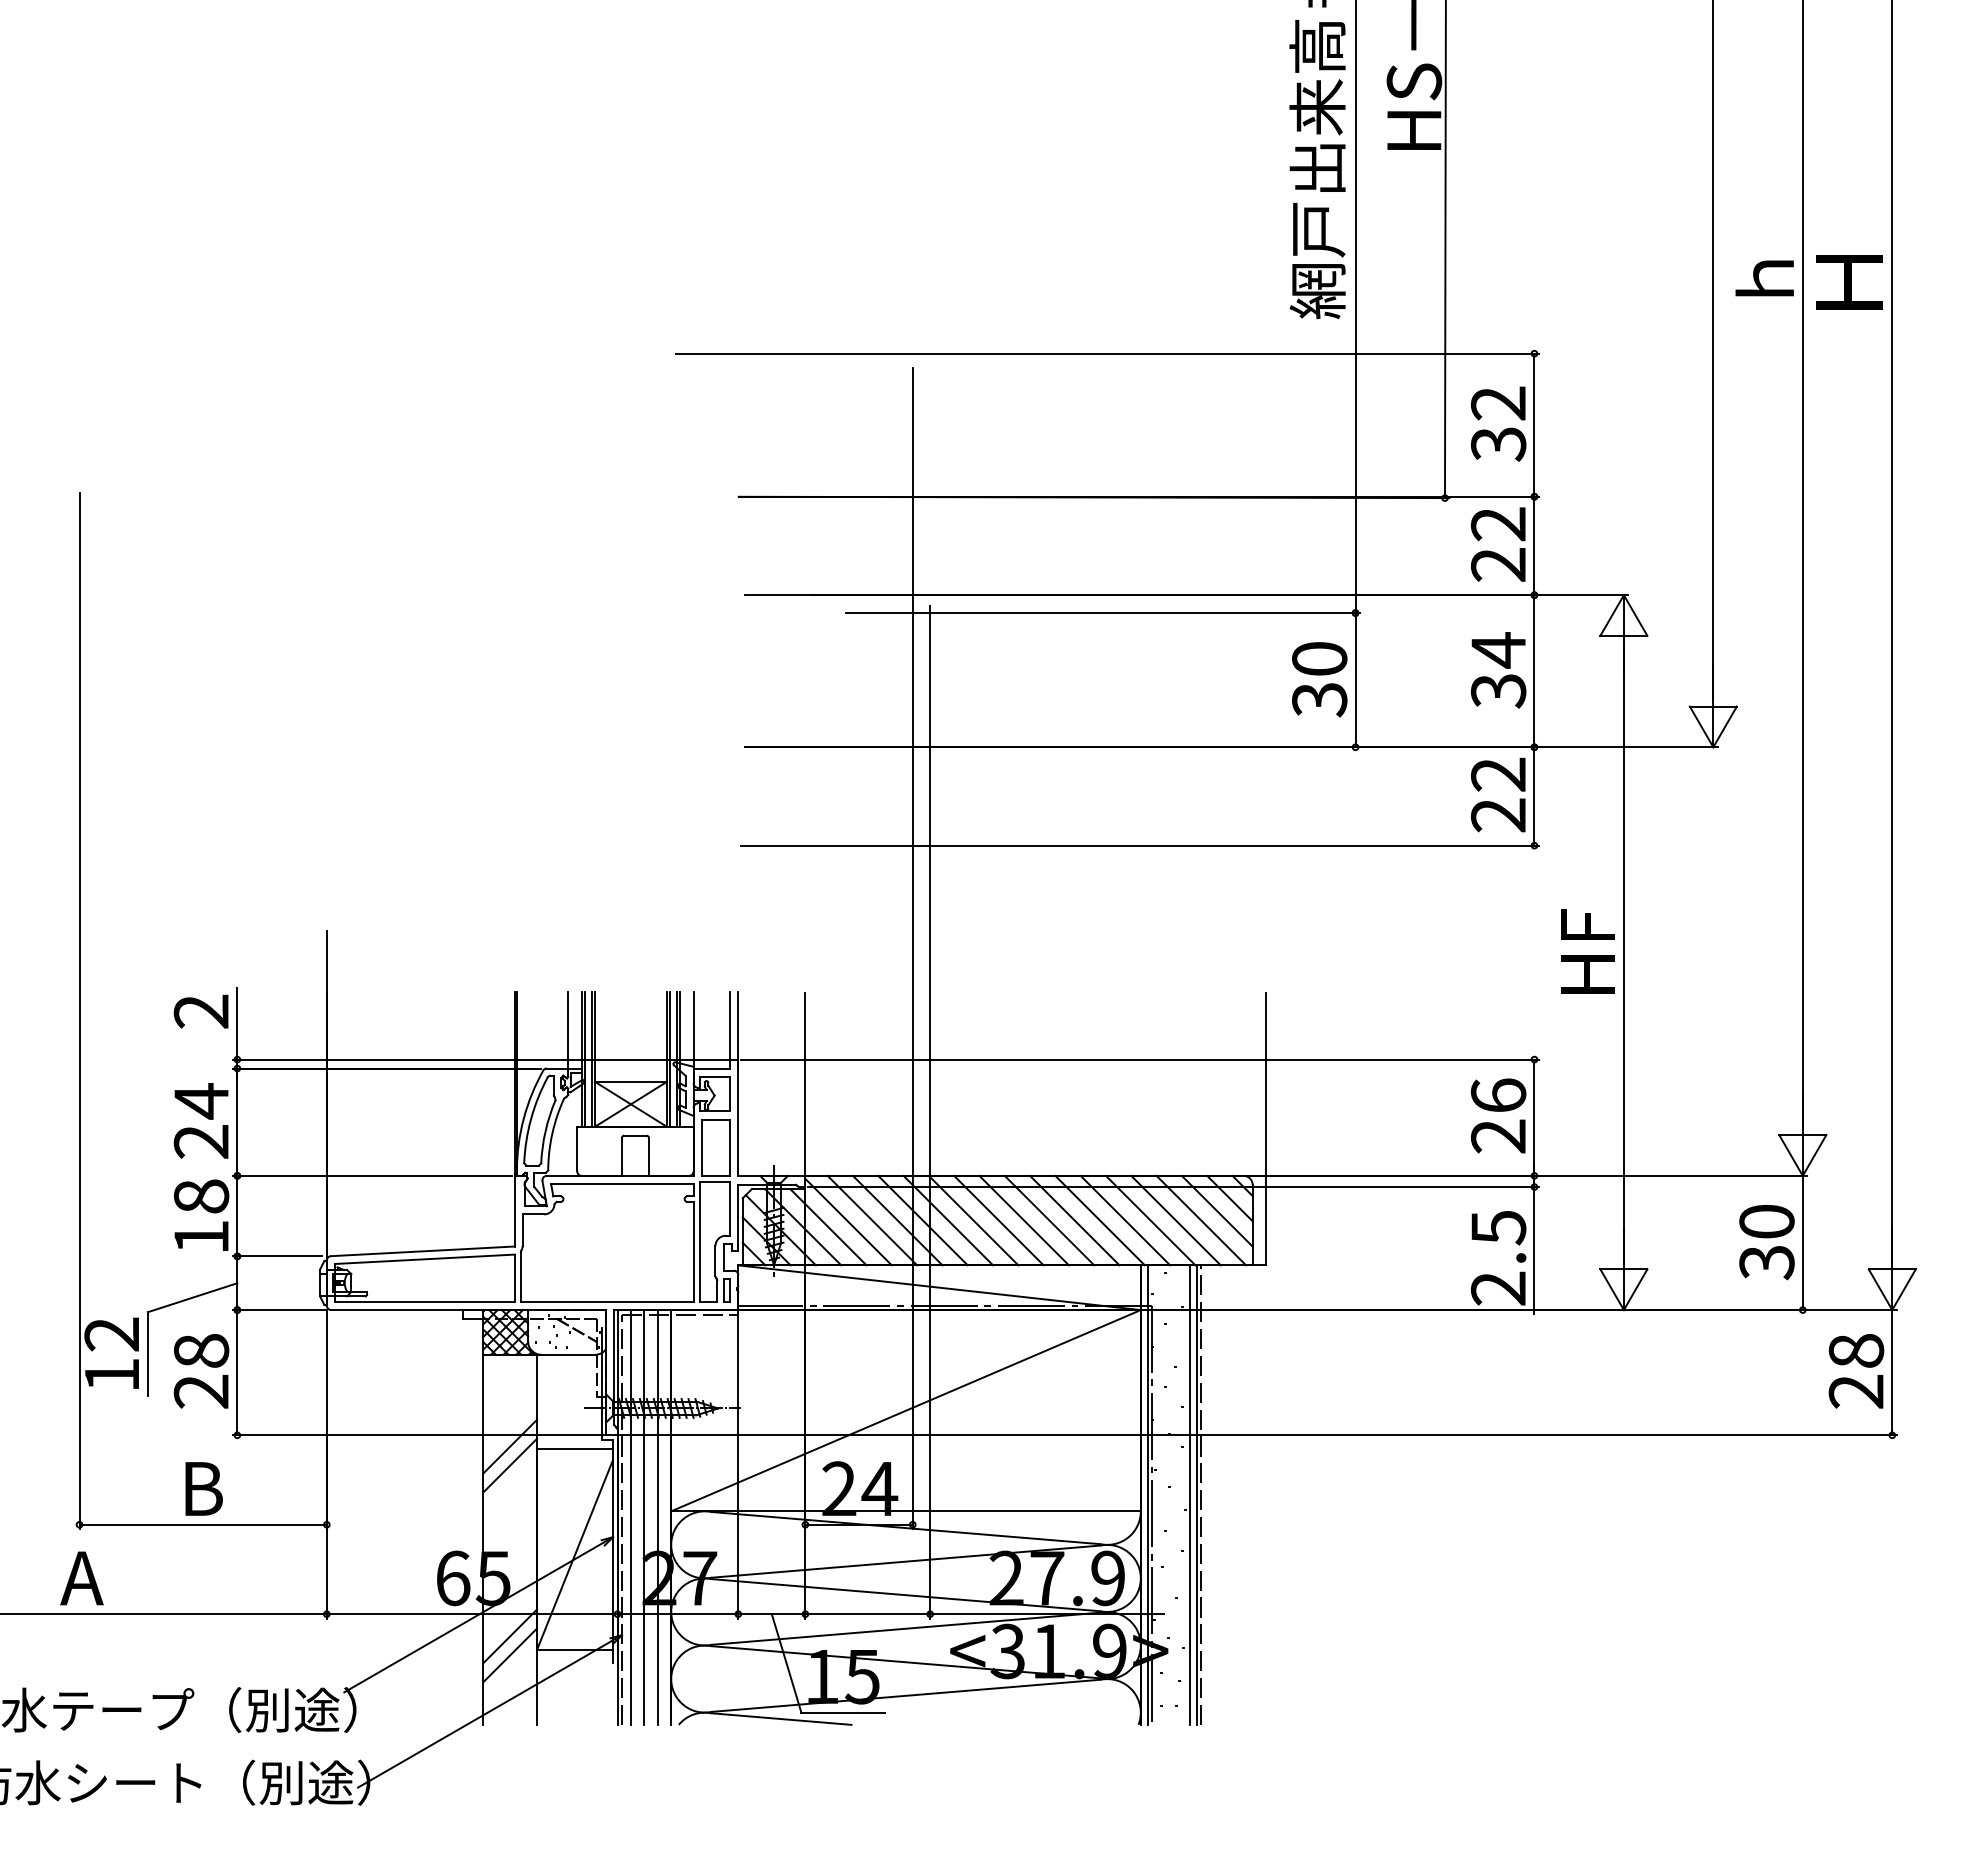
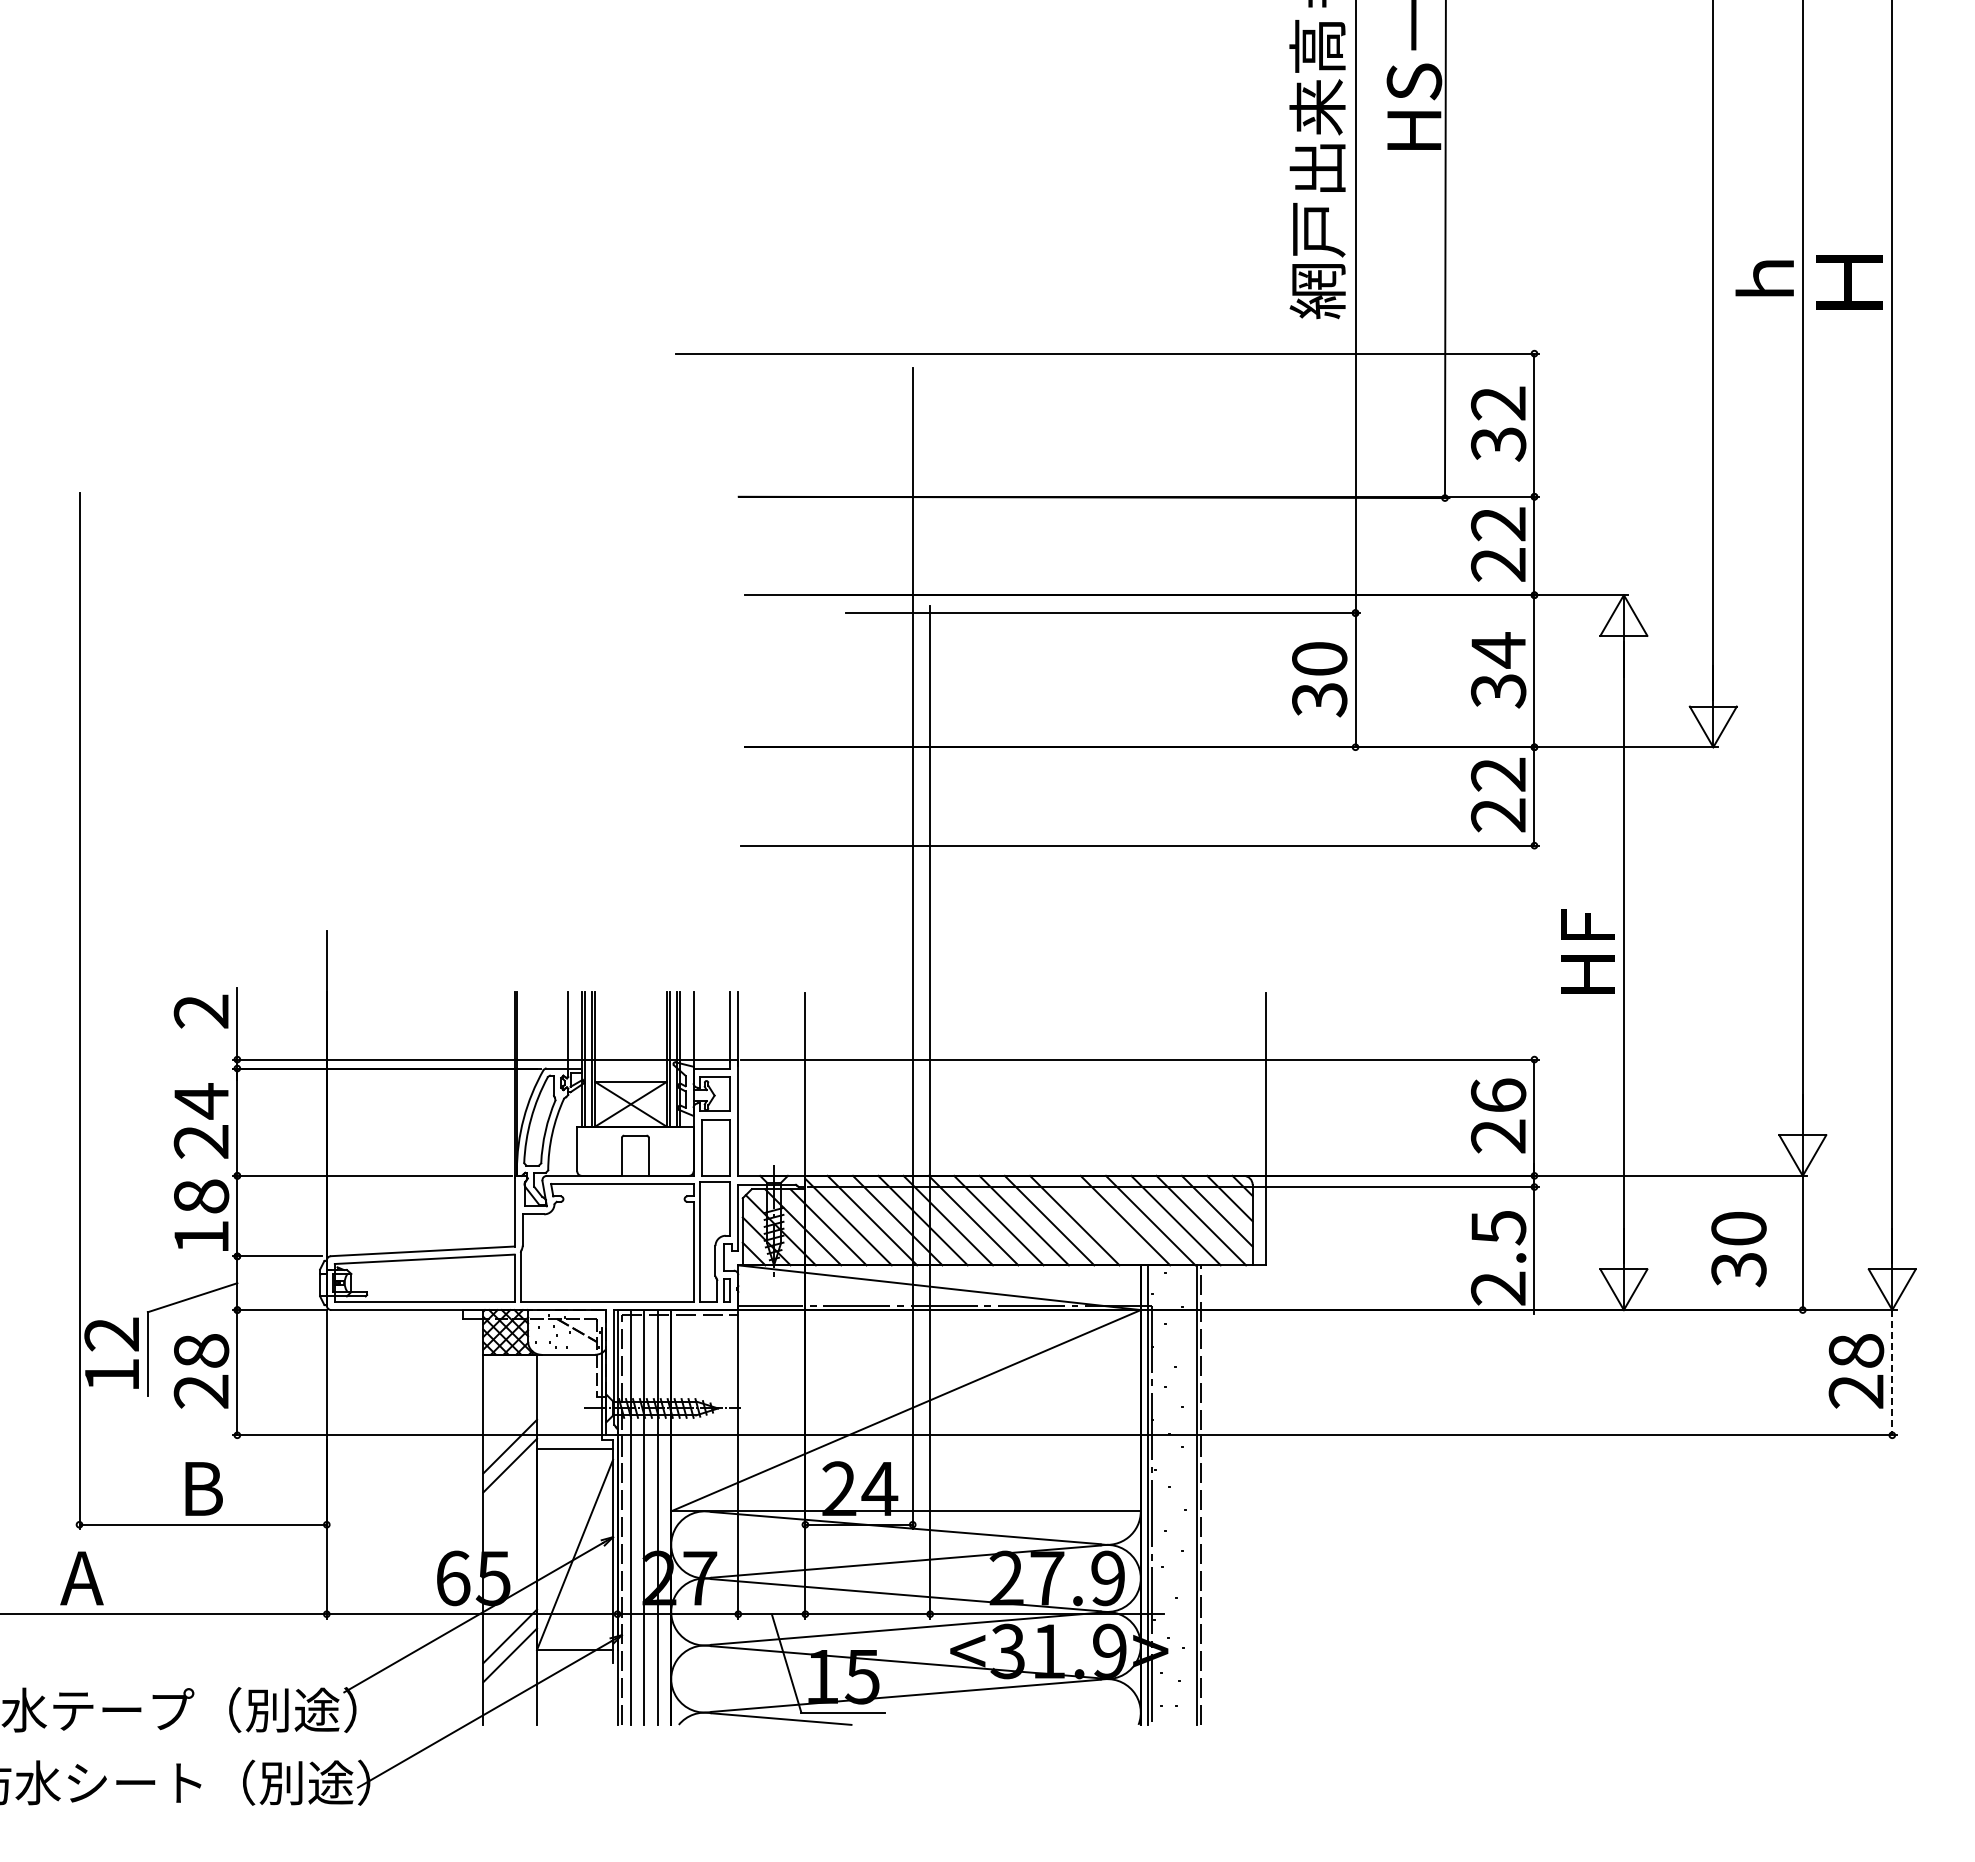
line at (1099, 1220): present -> none
text at (1766, 1242) position: (1766, 1242) -> (1738, 1249)
line at (1892, 1372): solid -> dashed
line at (1190, 1494): present -> none
